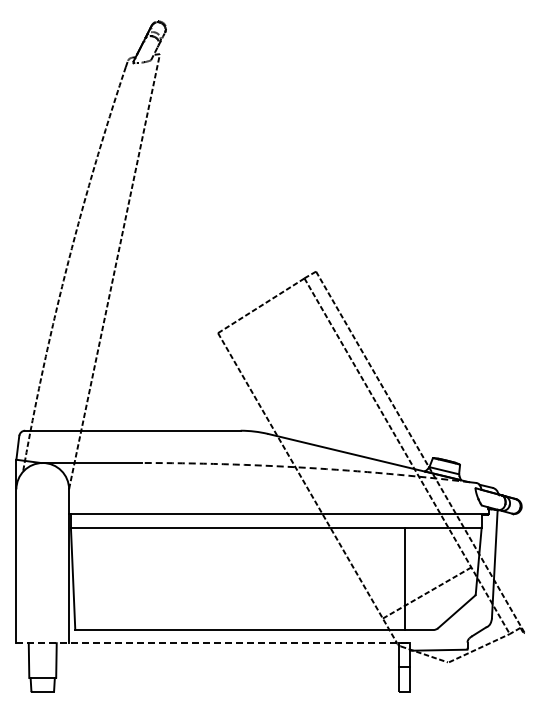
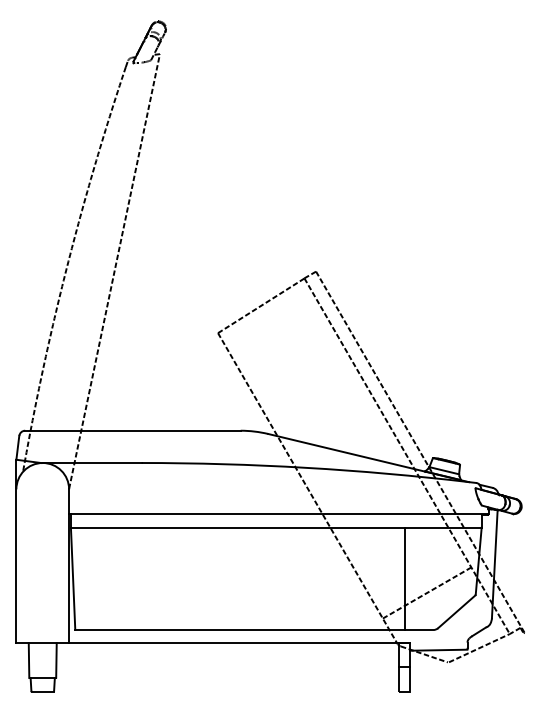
arc at (306, 467): dashed -> solid
line at (213, 643): dashed -> solid
